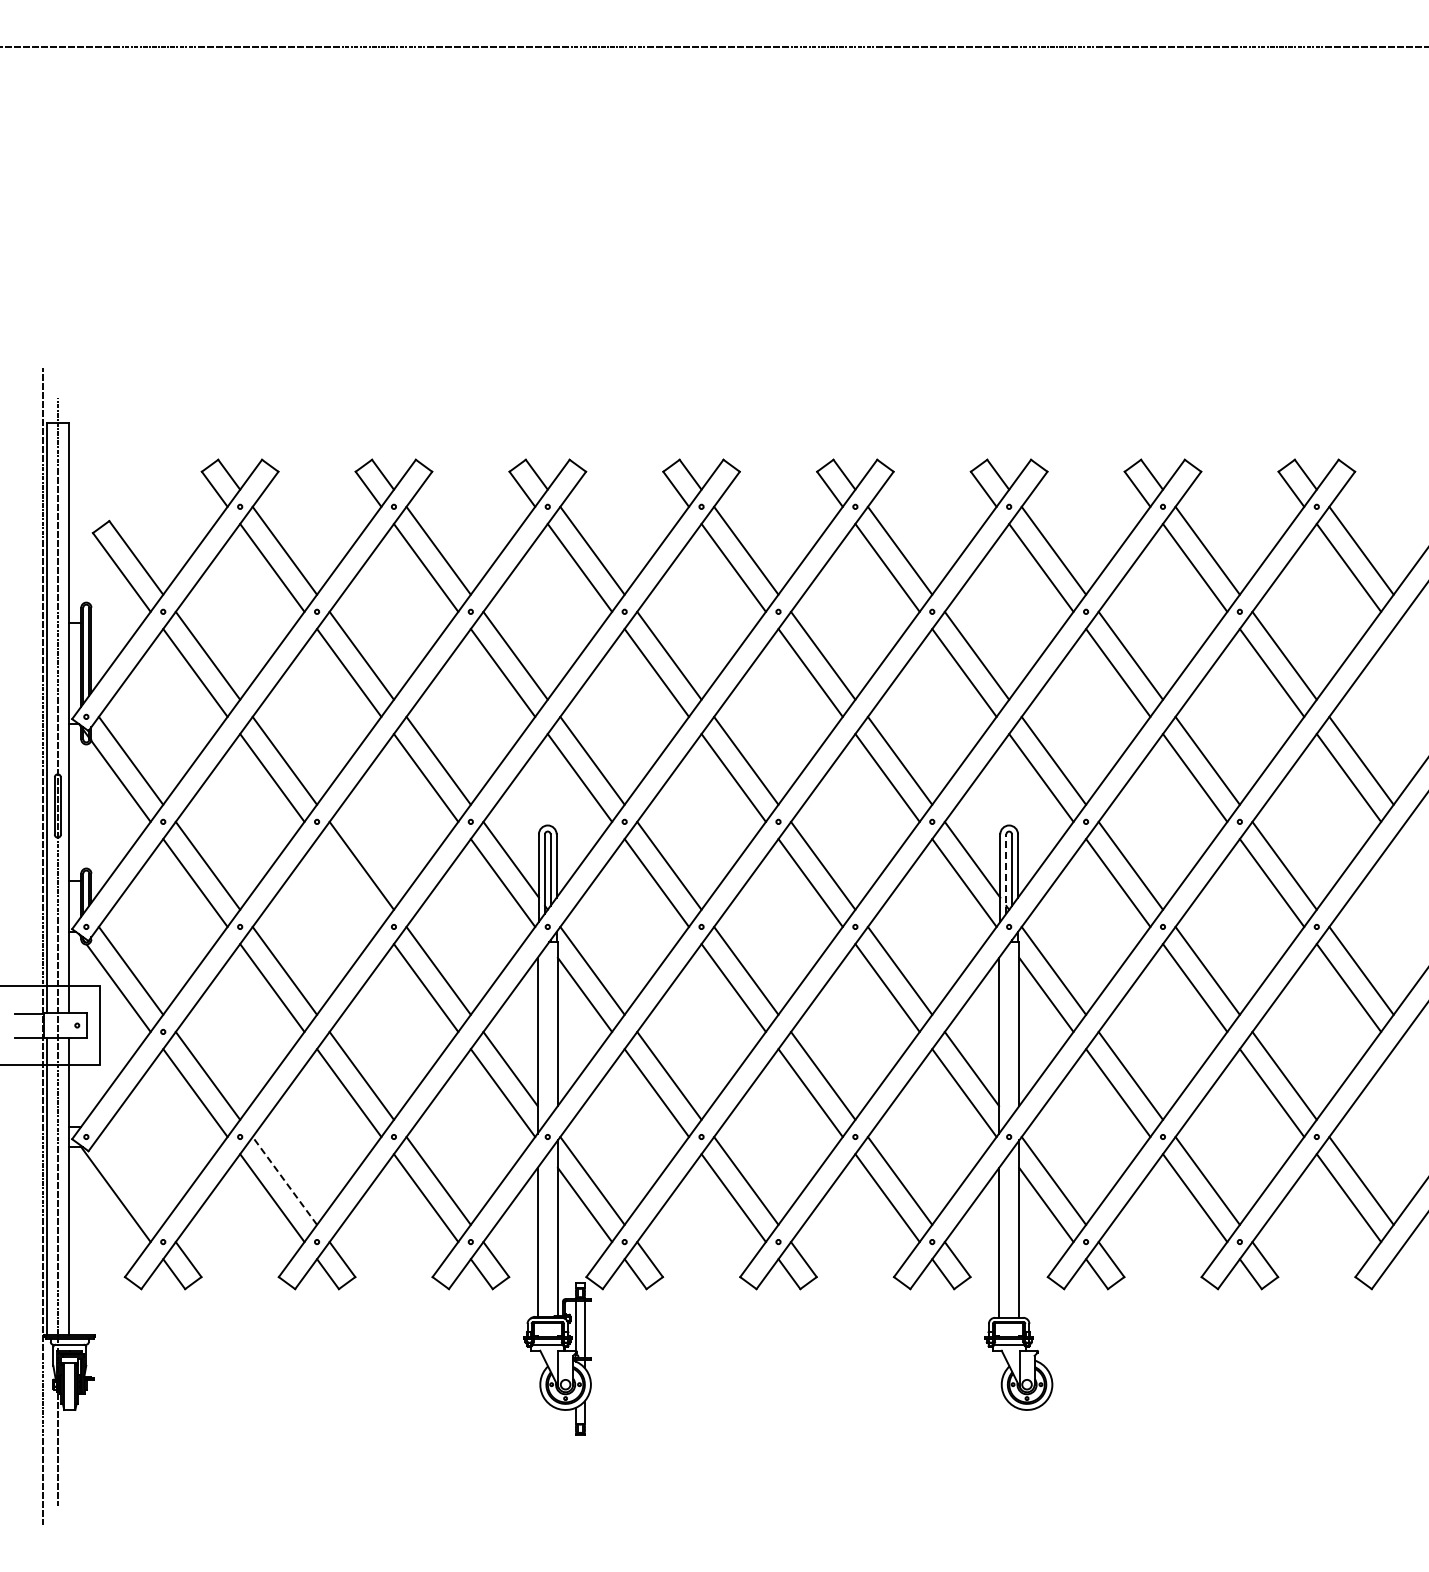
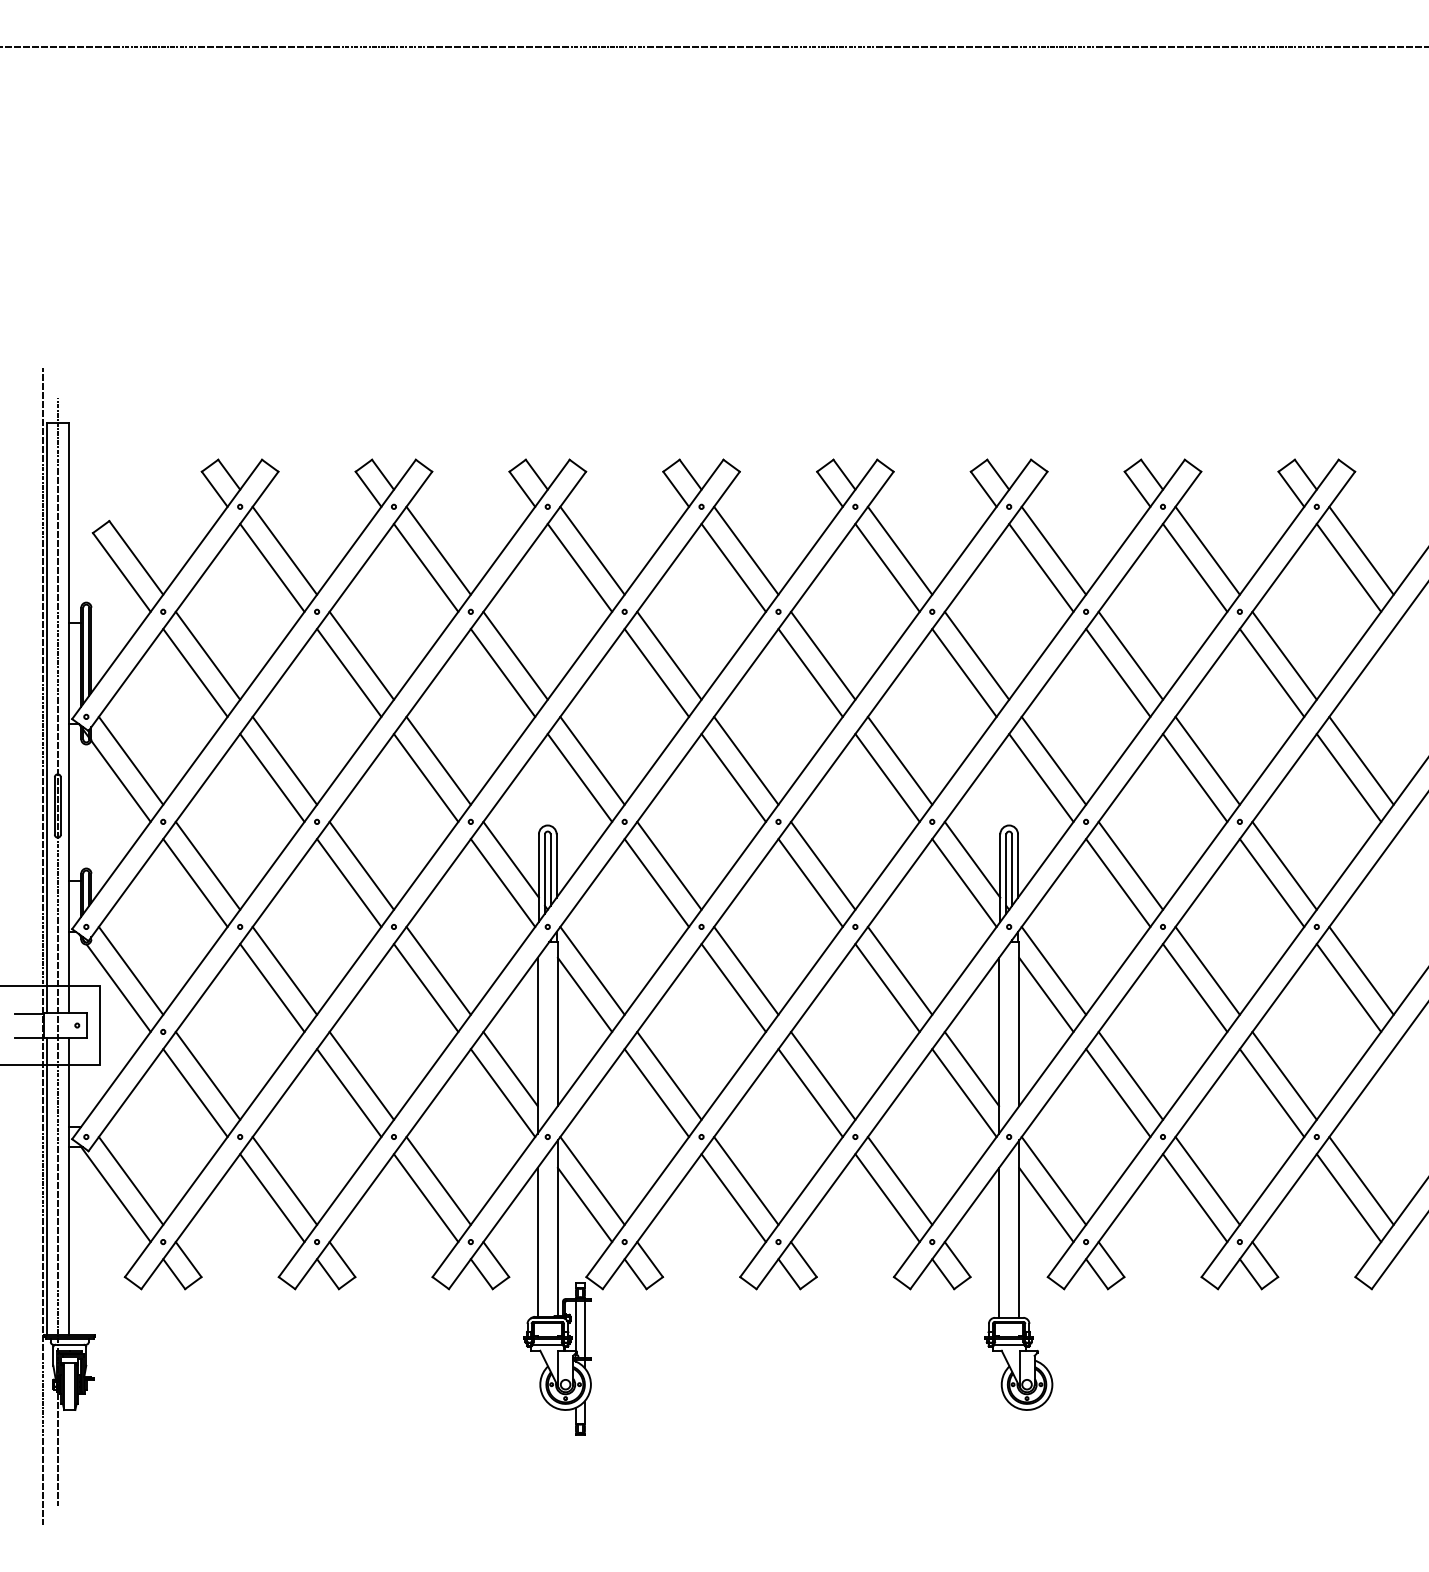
line at (1006, 873): dashed -> solid
line at (349, 882): none -> present
line at (130, 1180): none -> present
line at (284, 1180): dashed -> solid
